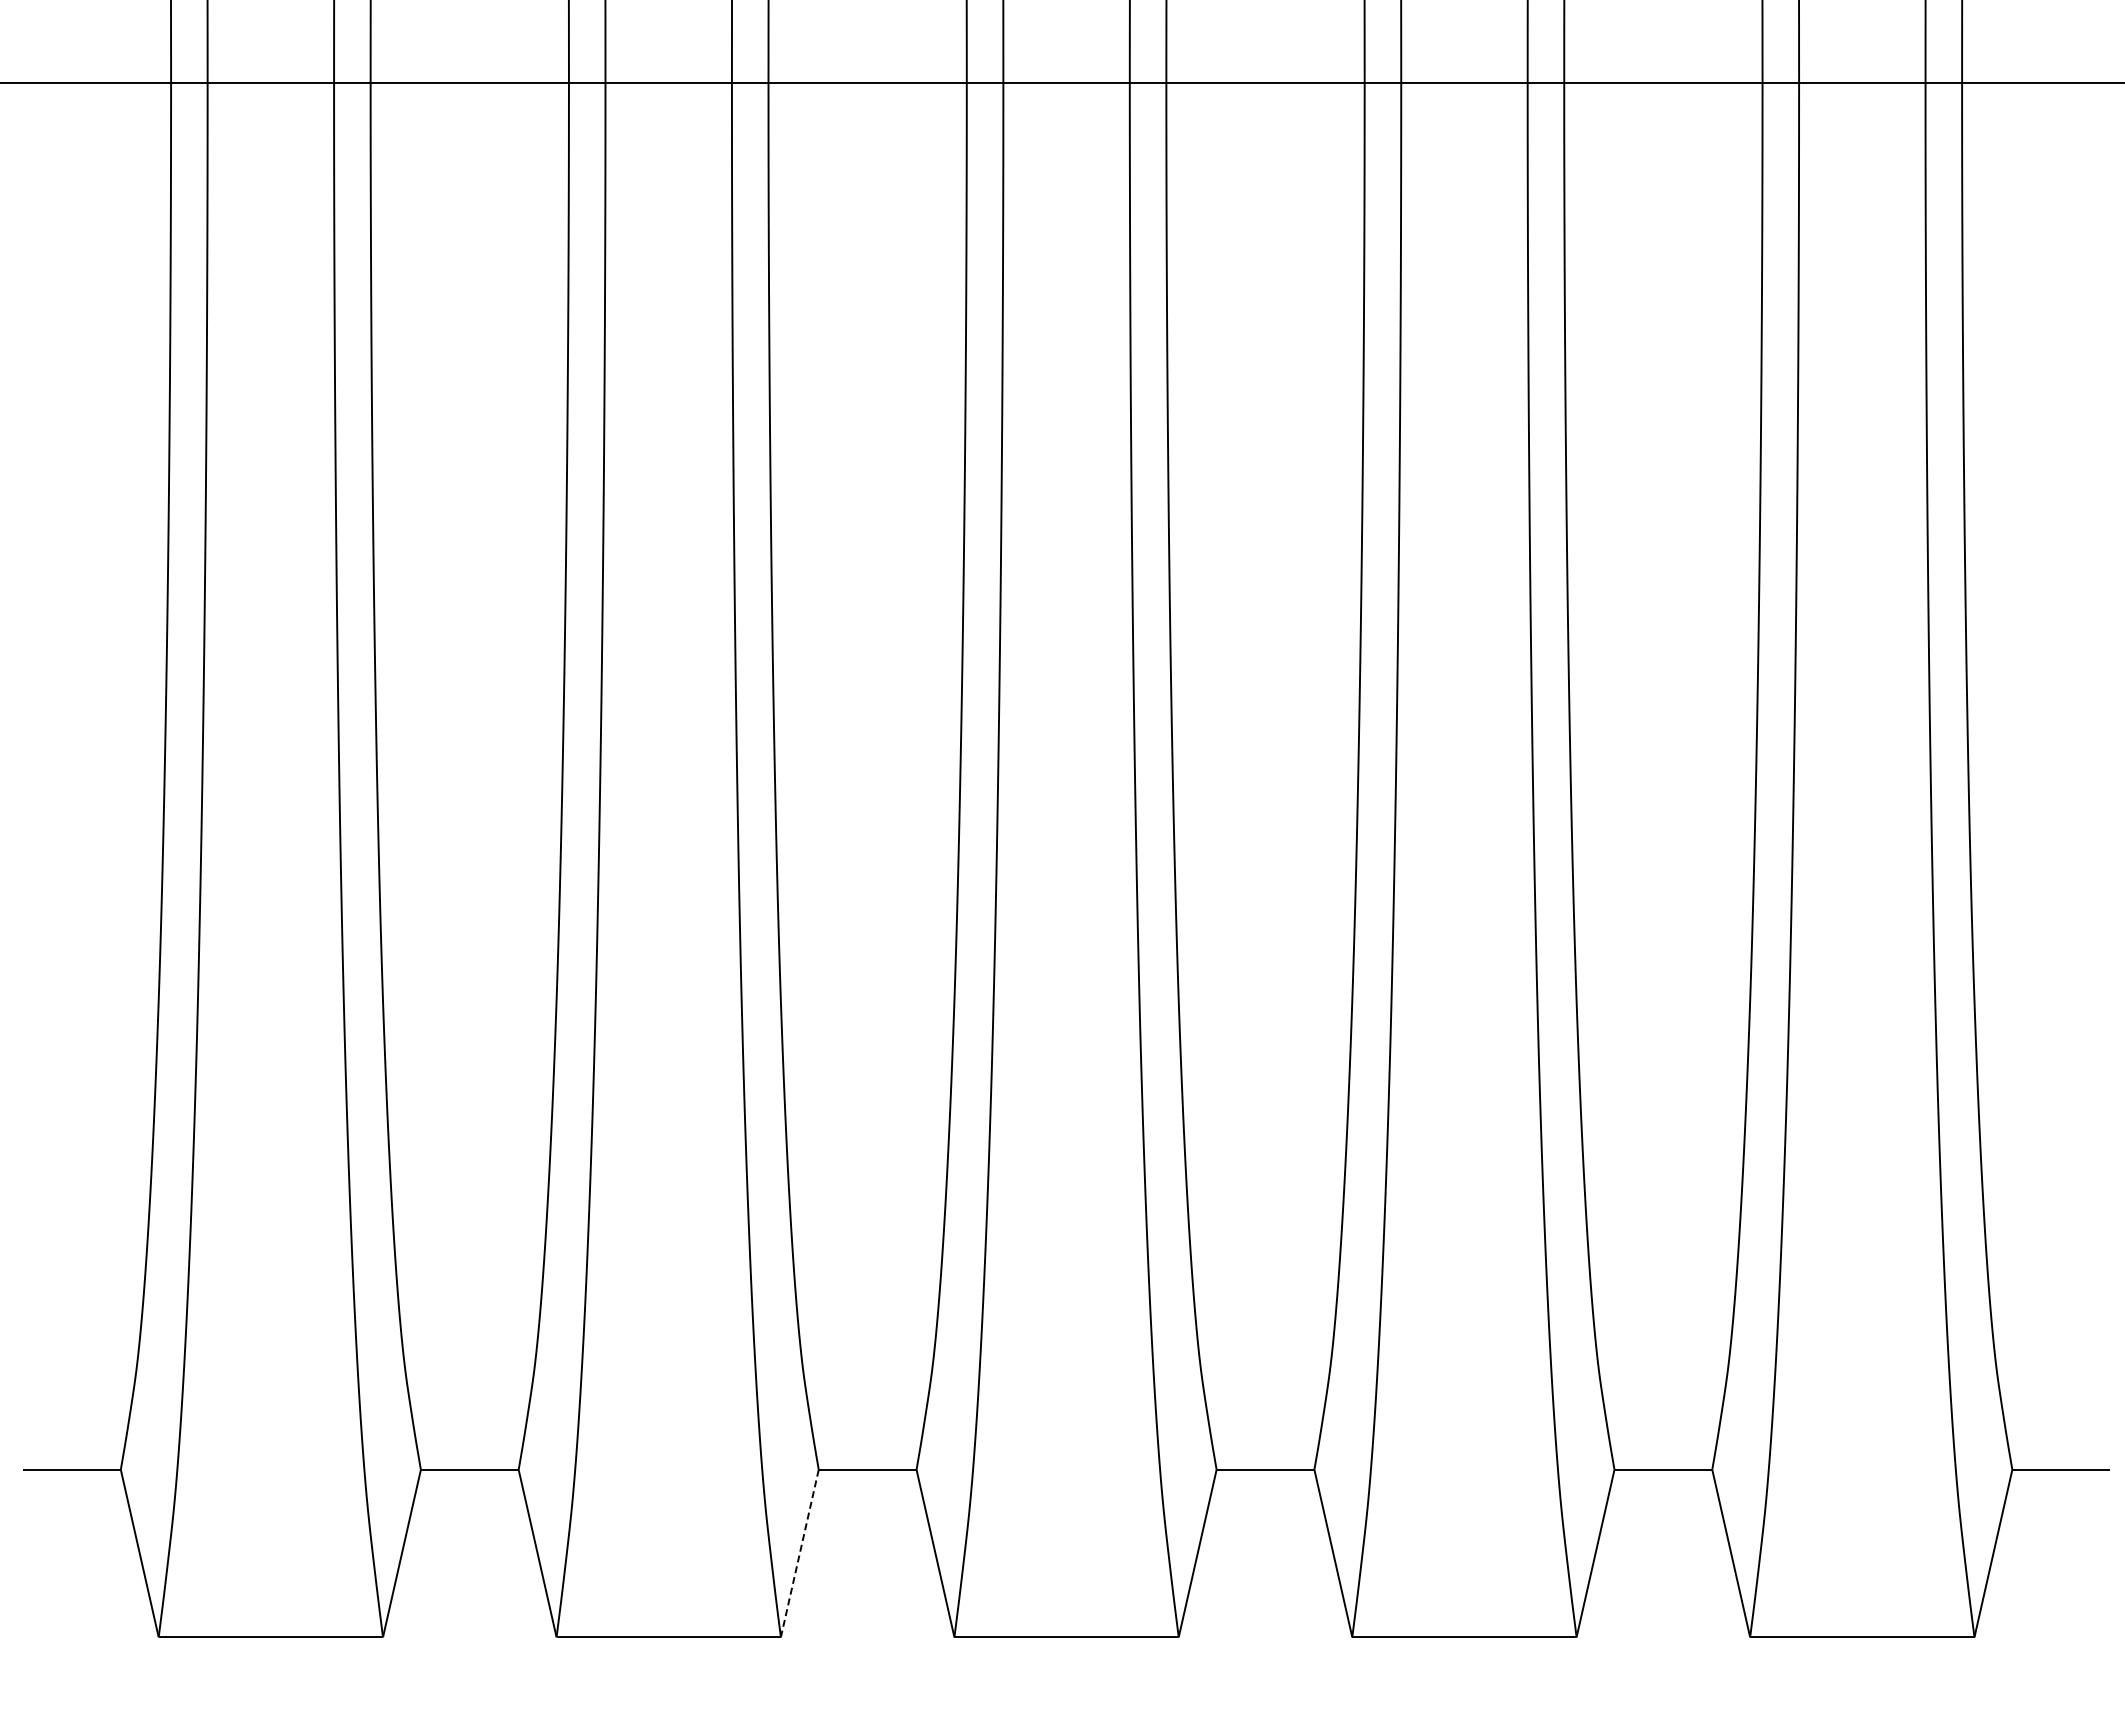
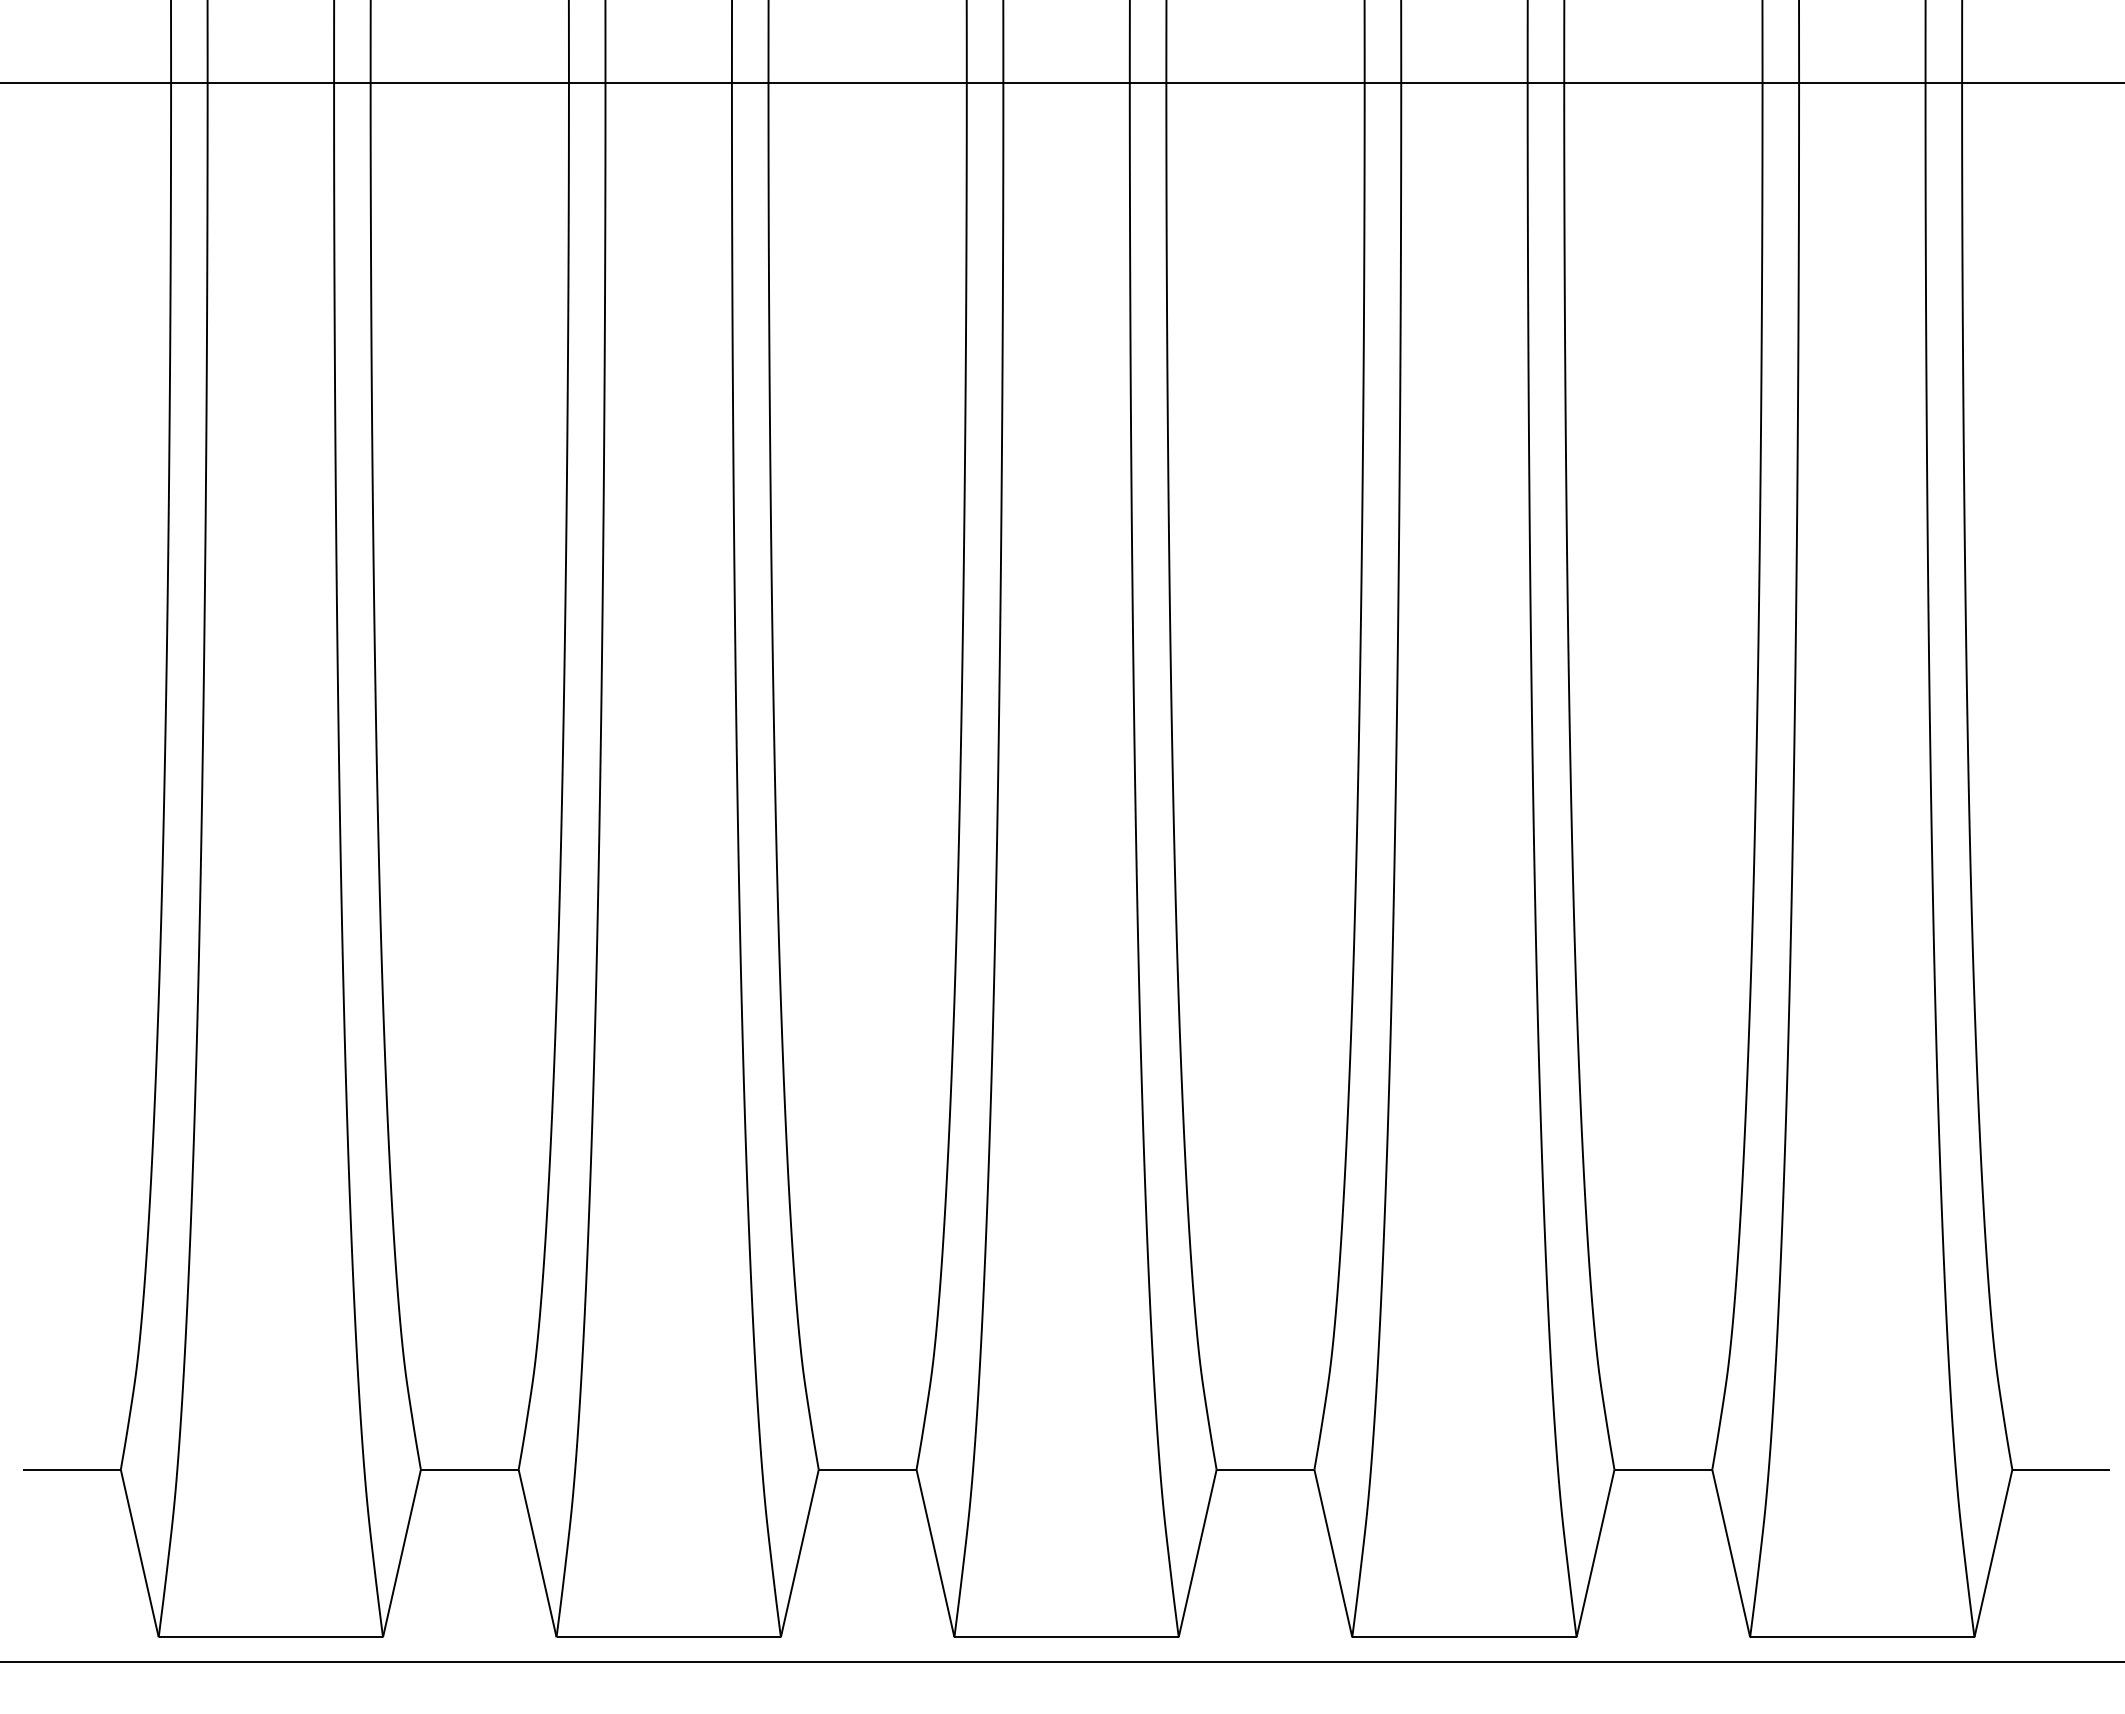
line at (800, 1552): dashed -> solid
line at (1061, 1662): none -> present
